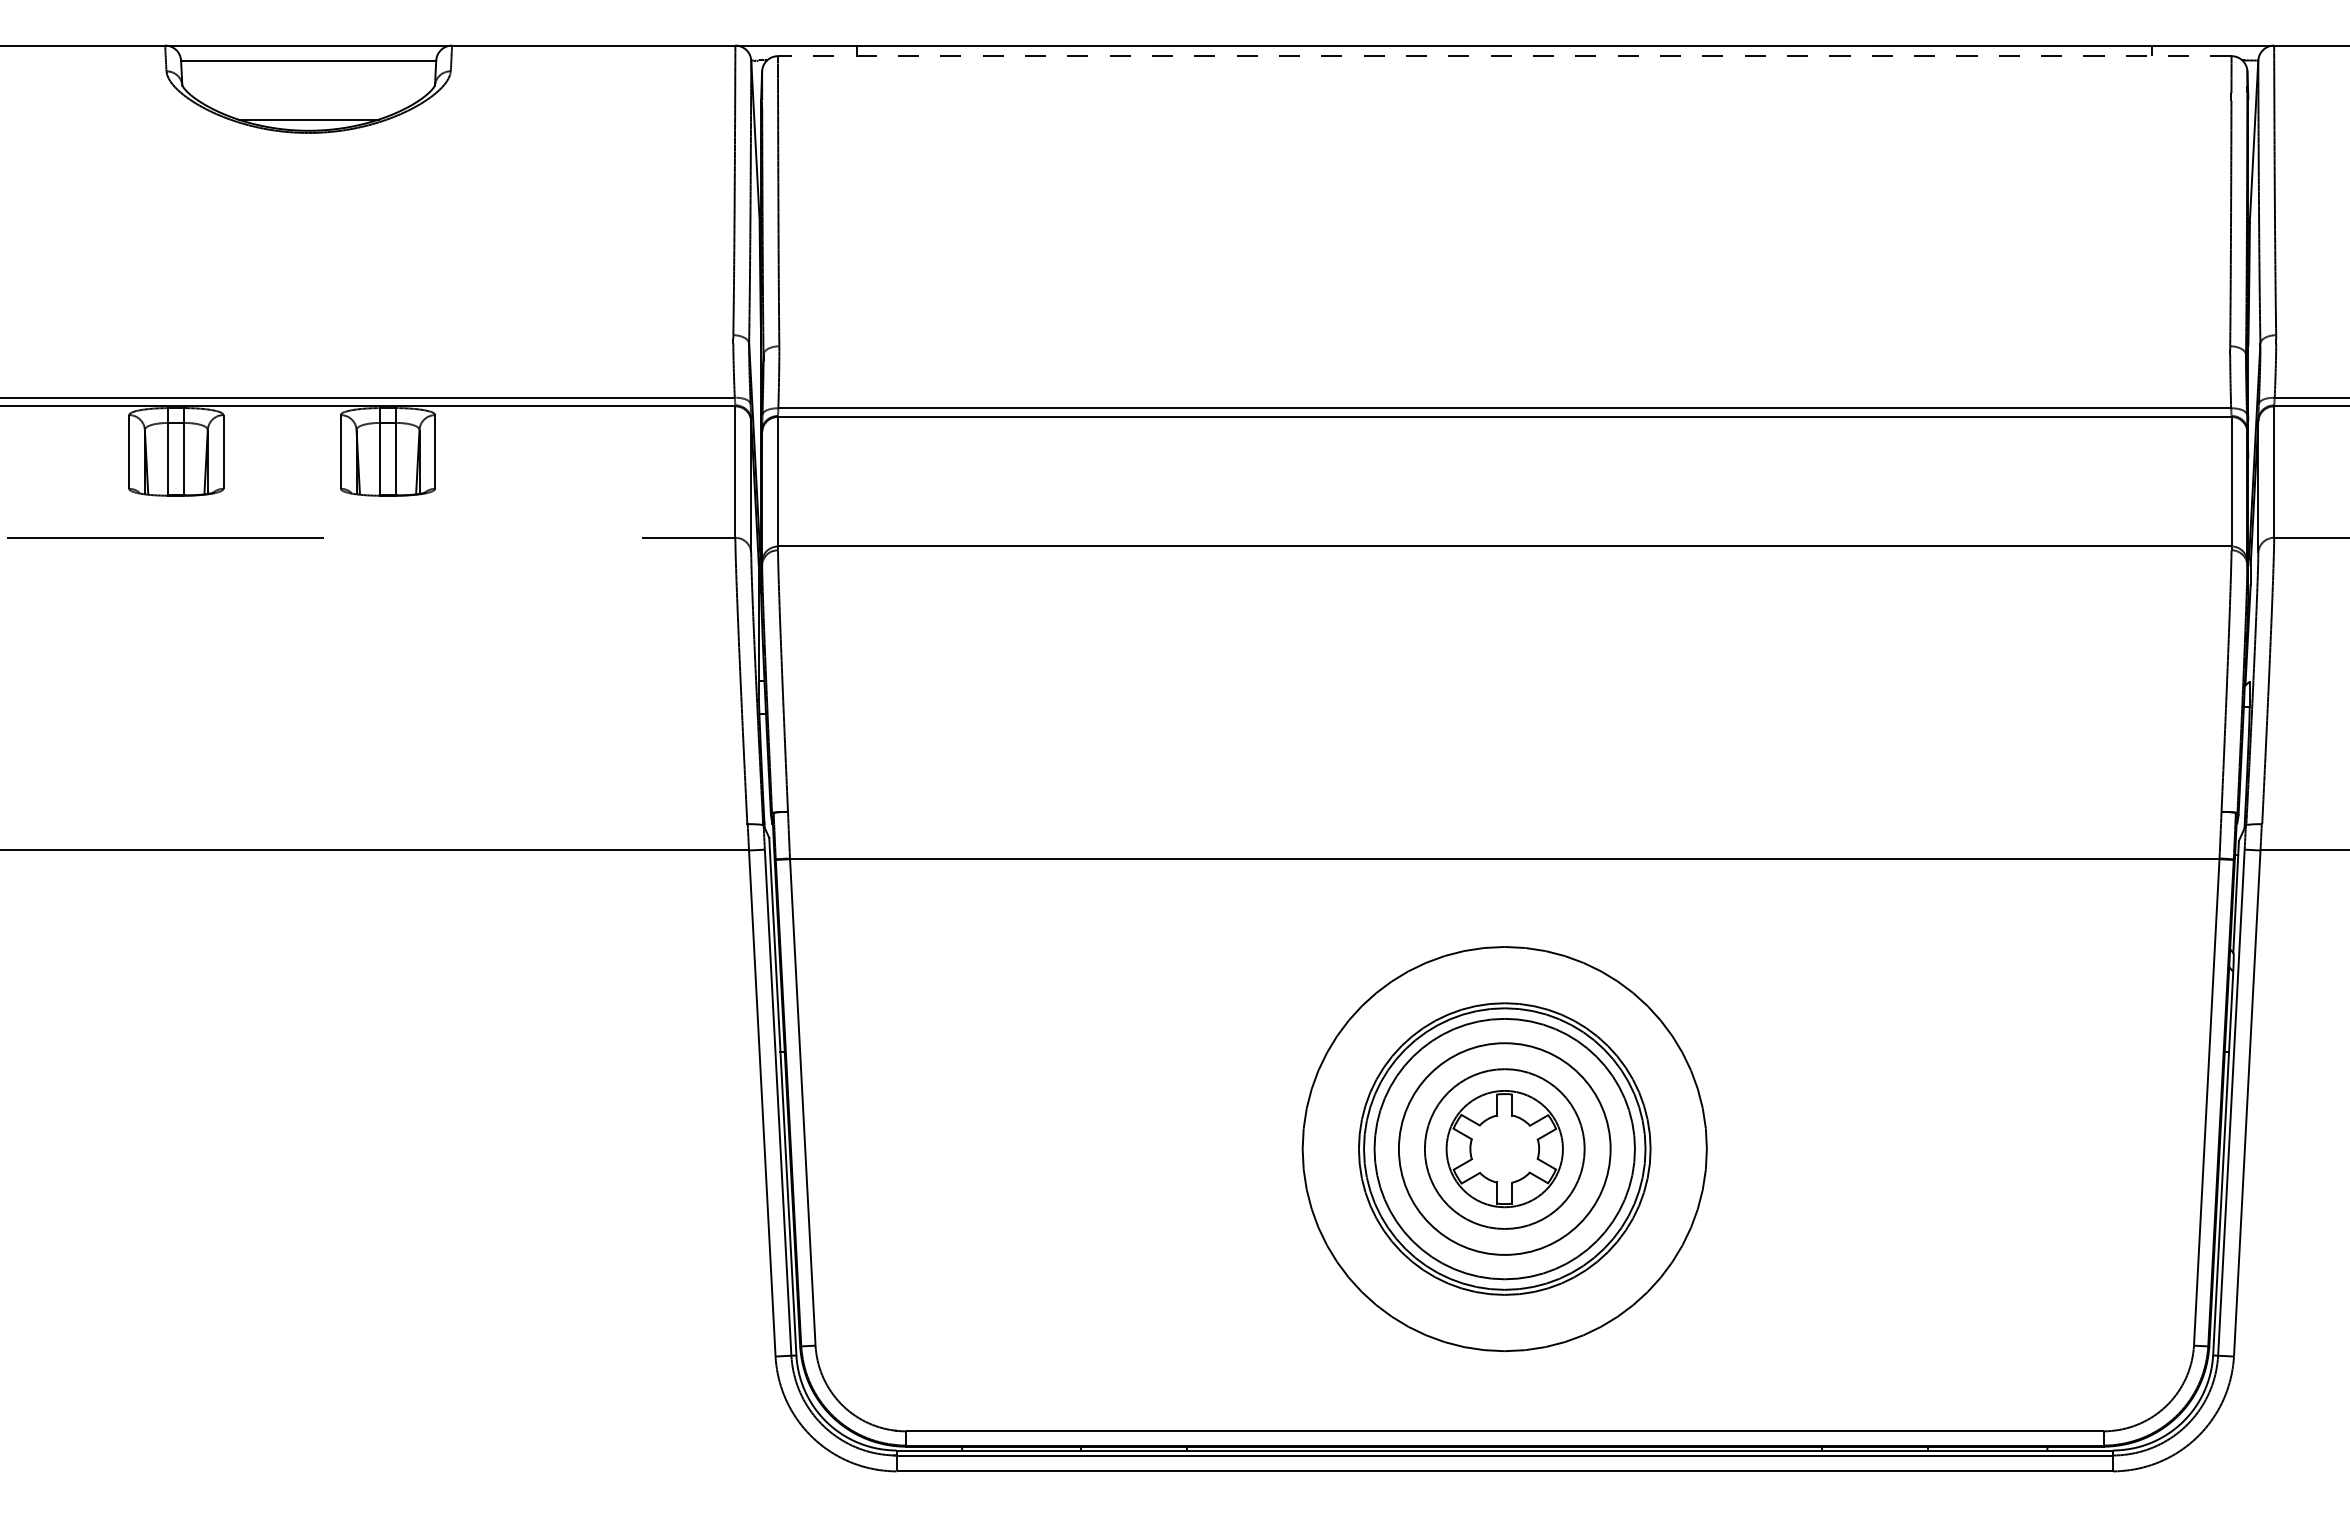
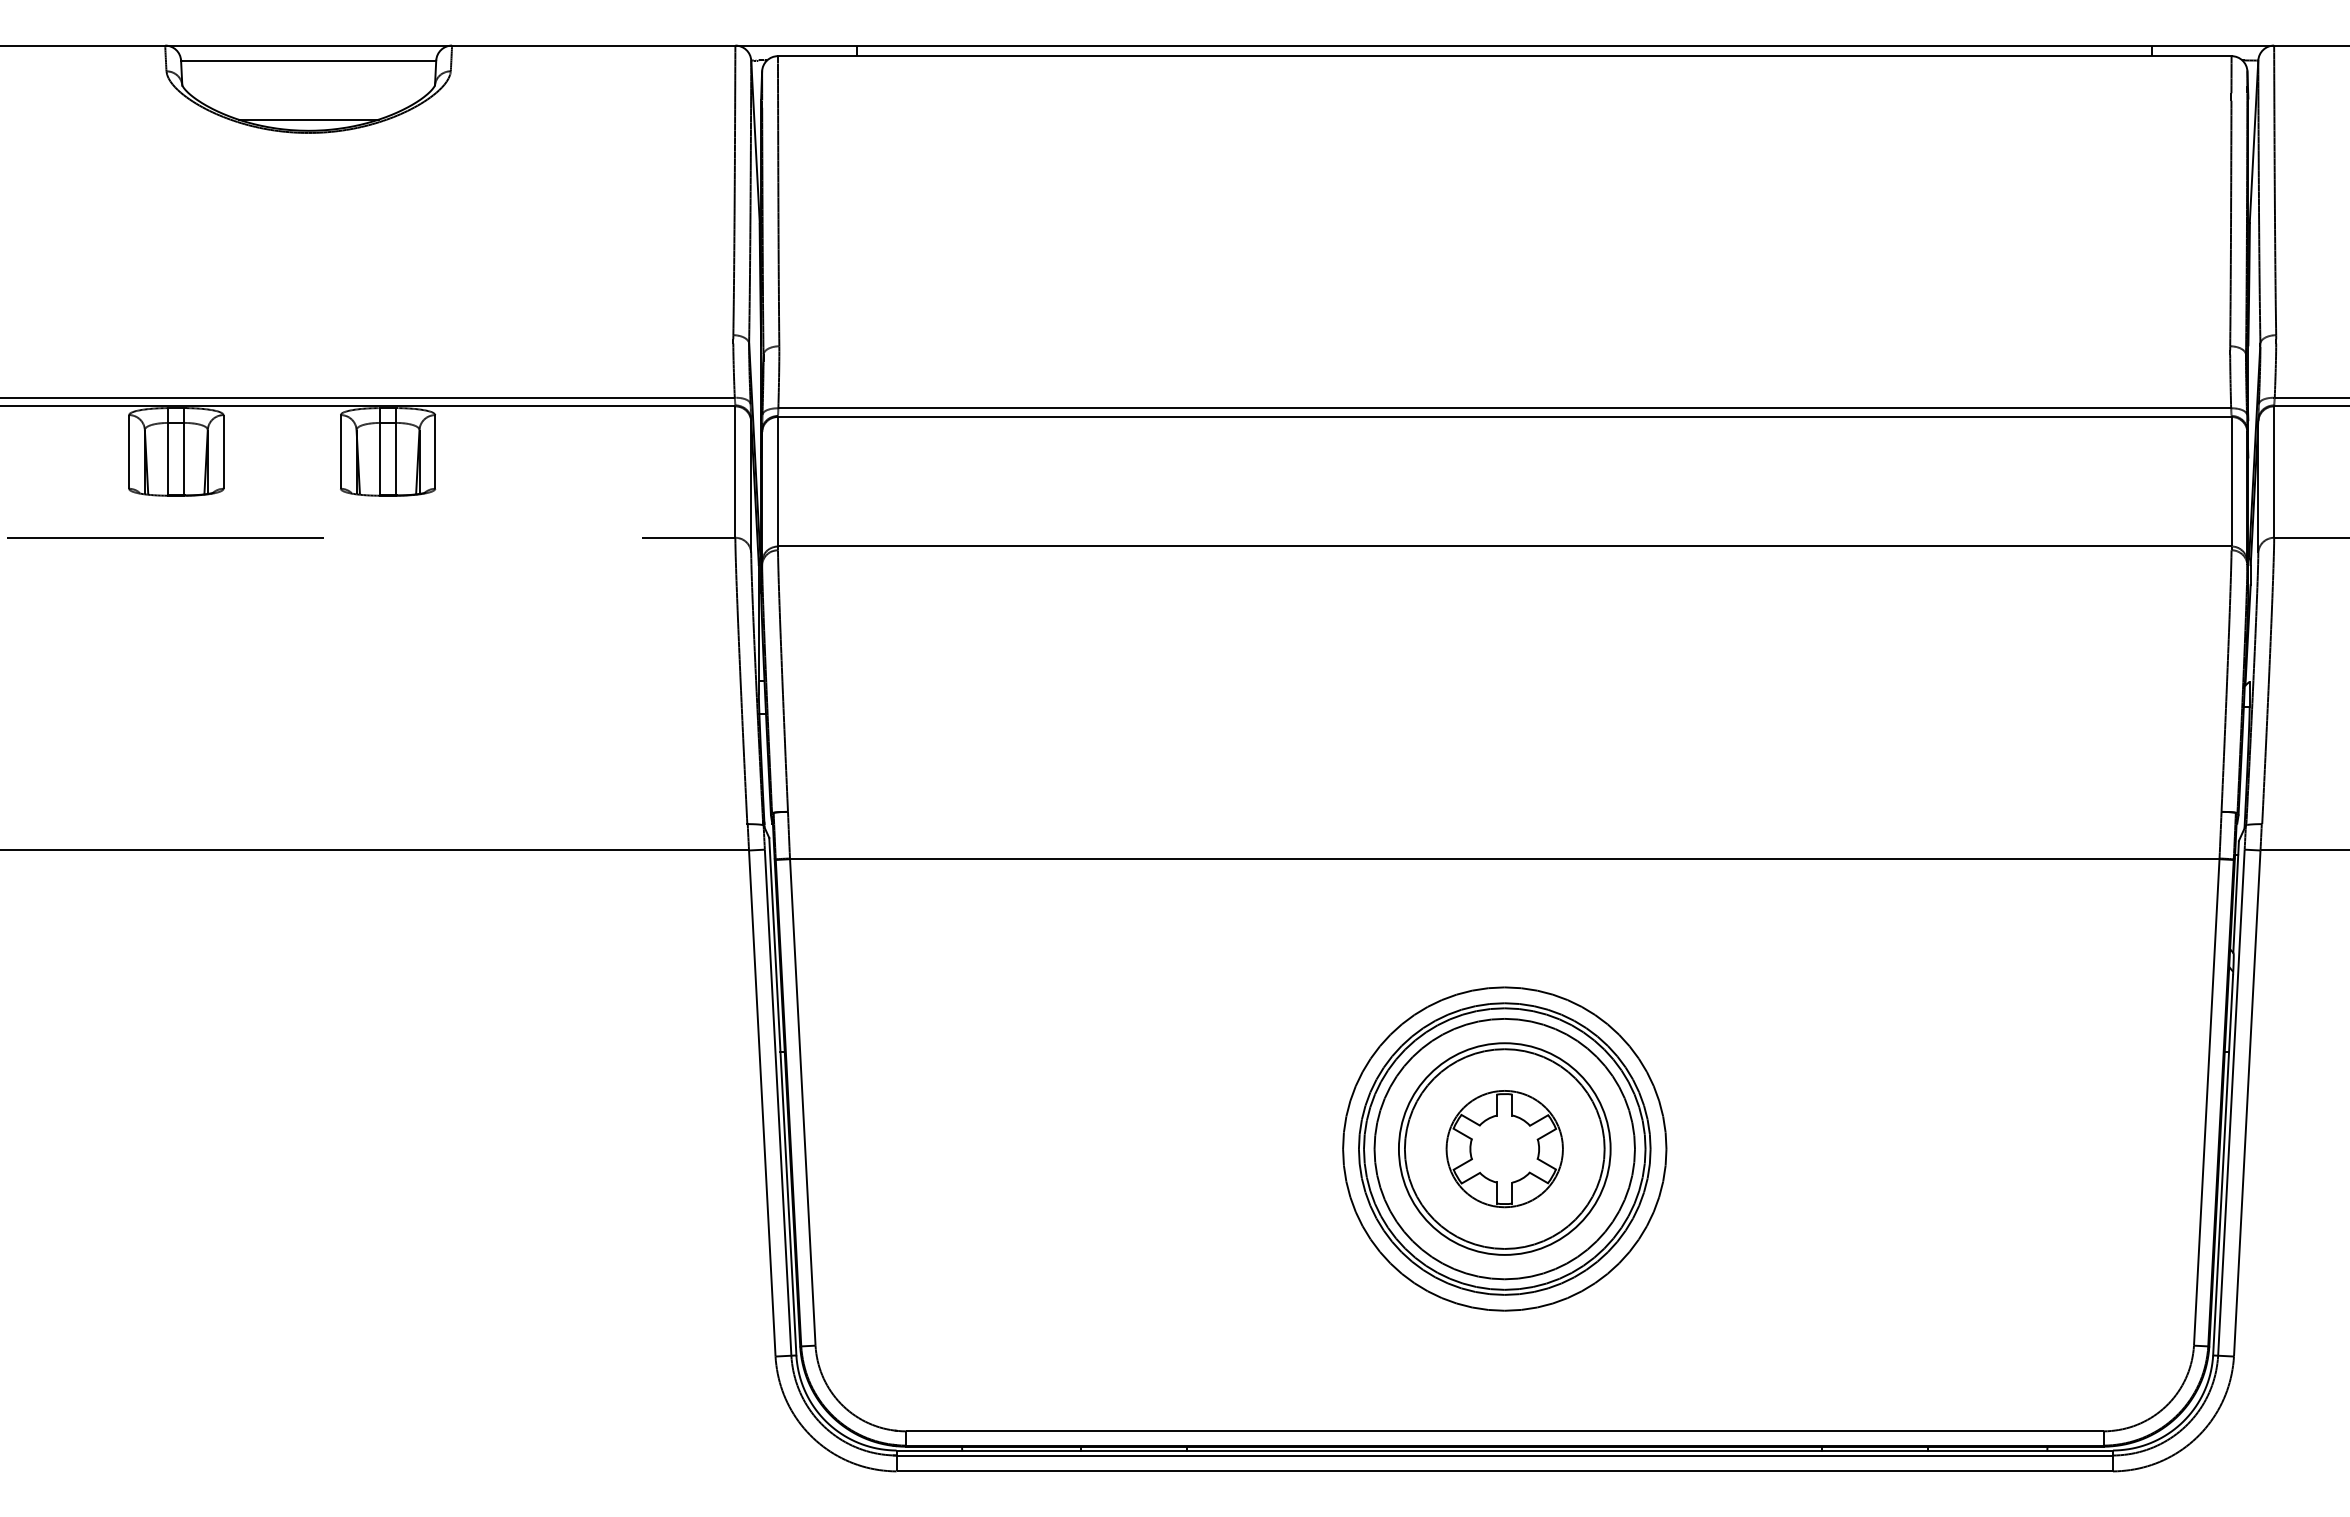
line at (1504, 56): dashed -> solid
circle at (1504, 1148) diameter: 160 px -> 200 px
circle at (1504, 1148) diameter: 404 px -> 323 px
